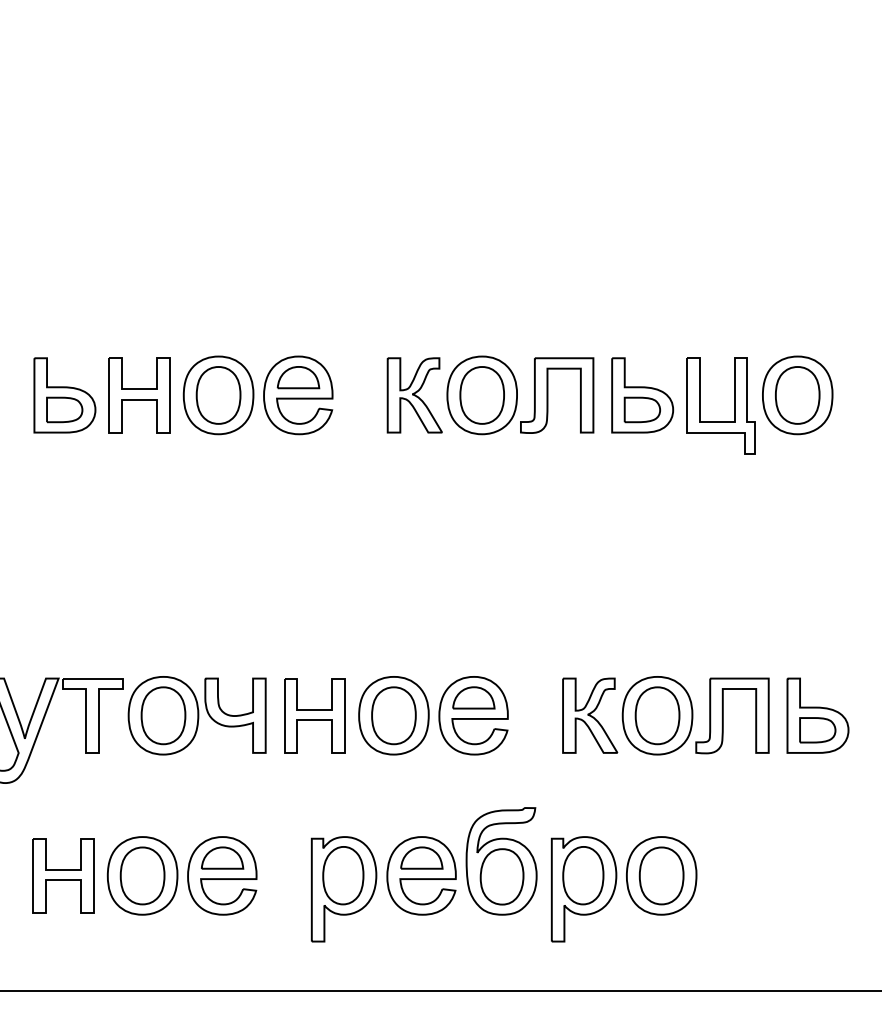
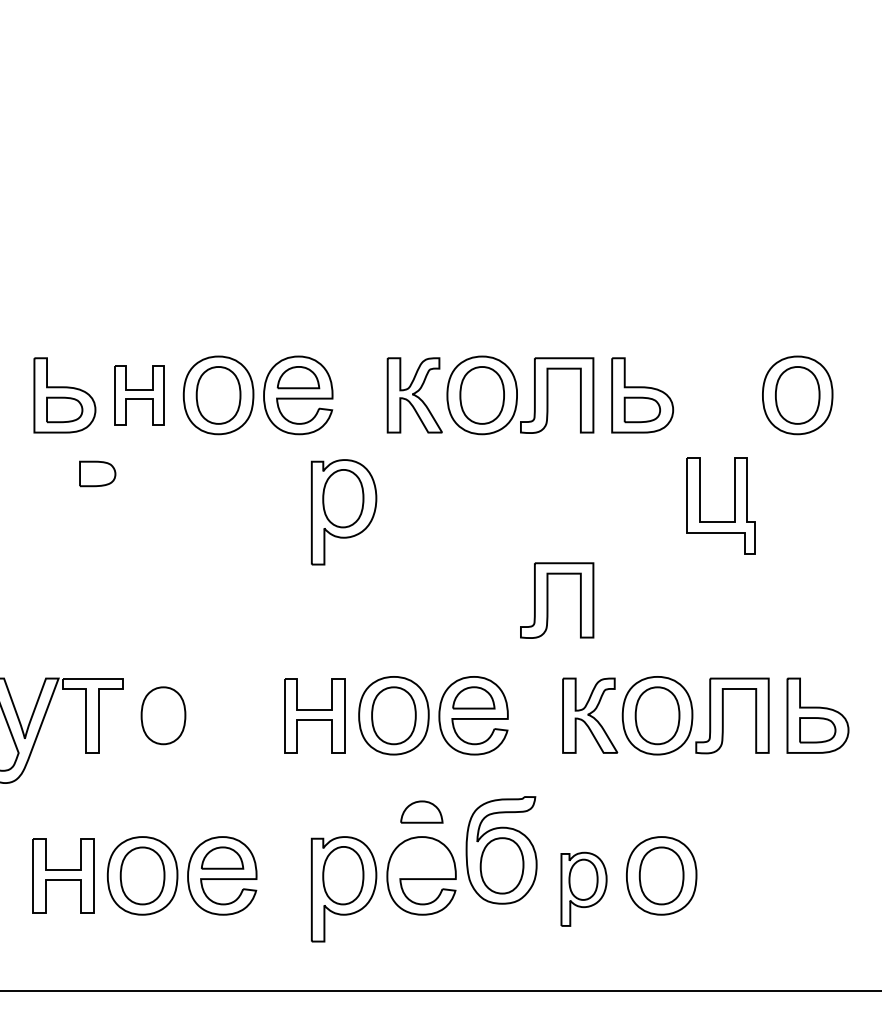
part at (139, 395) size: 63x77 px -> 51x61 px
part at (734, 405) position: (734, 405) -> (734, 505)
part at (97, 473): none -> present
part at (343, 512): none -> present
part at (548, 600): none -> present
part at (196, 715): present -> none
part at (421, 857) position: (421, 857) -> (421, 811)
part at (501, 861) position: (501, 861) -> (501, 850)
part at (583, 889) size: 68x107 px -> 48x76 px
